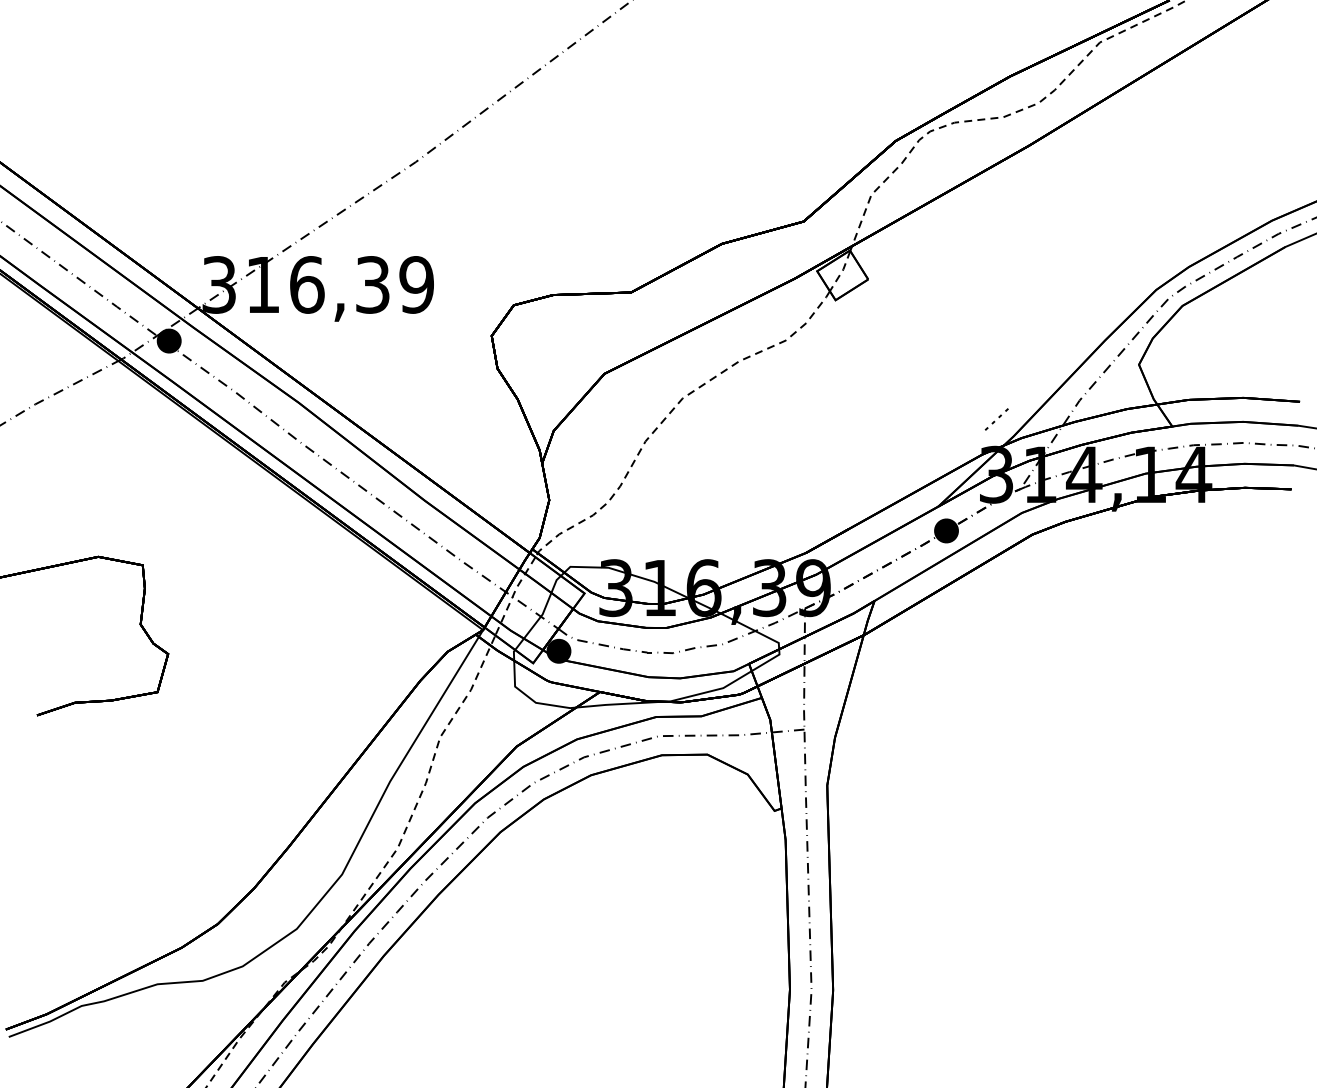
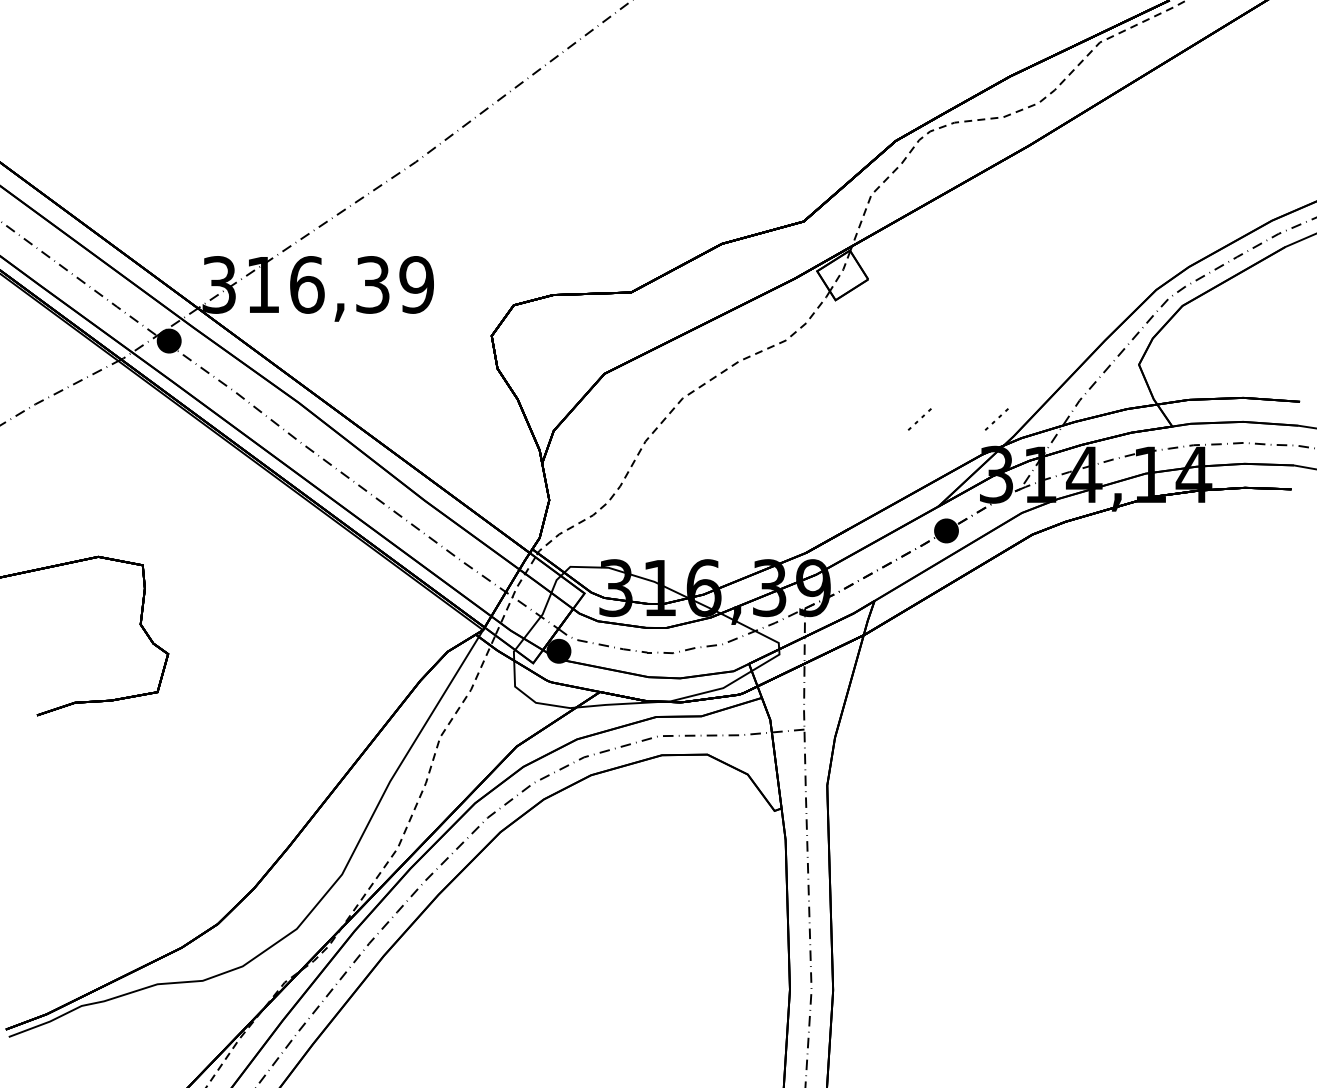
line at (917, 420): none -> present
